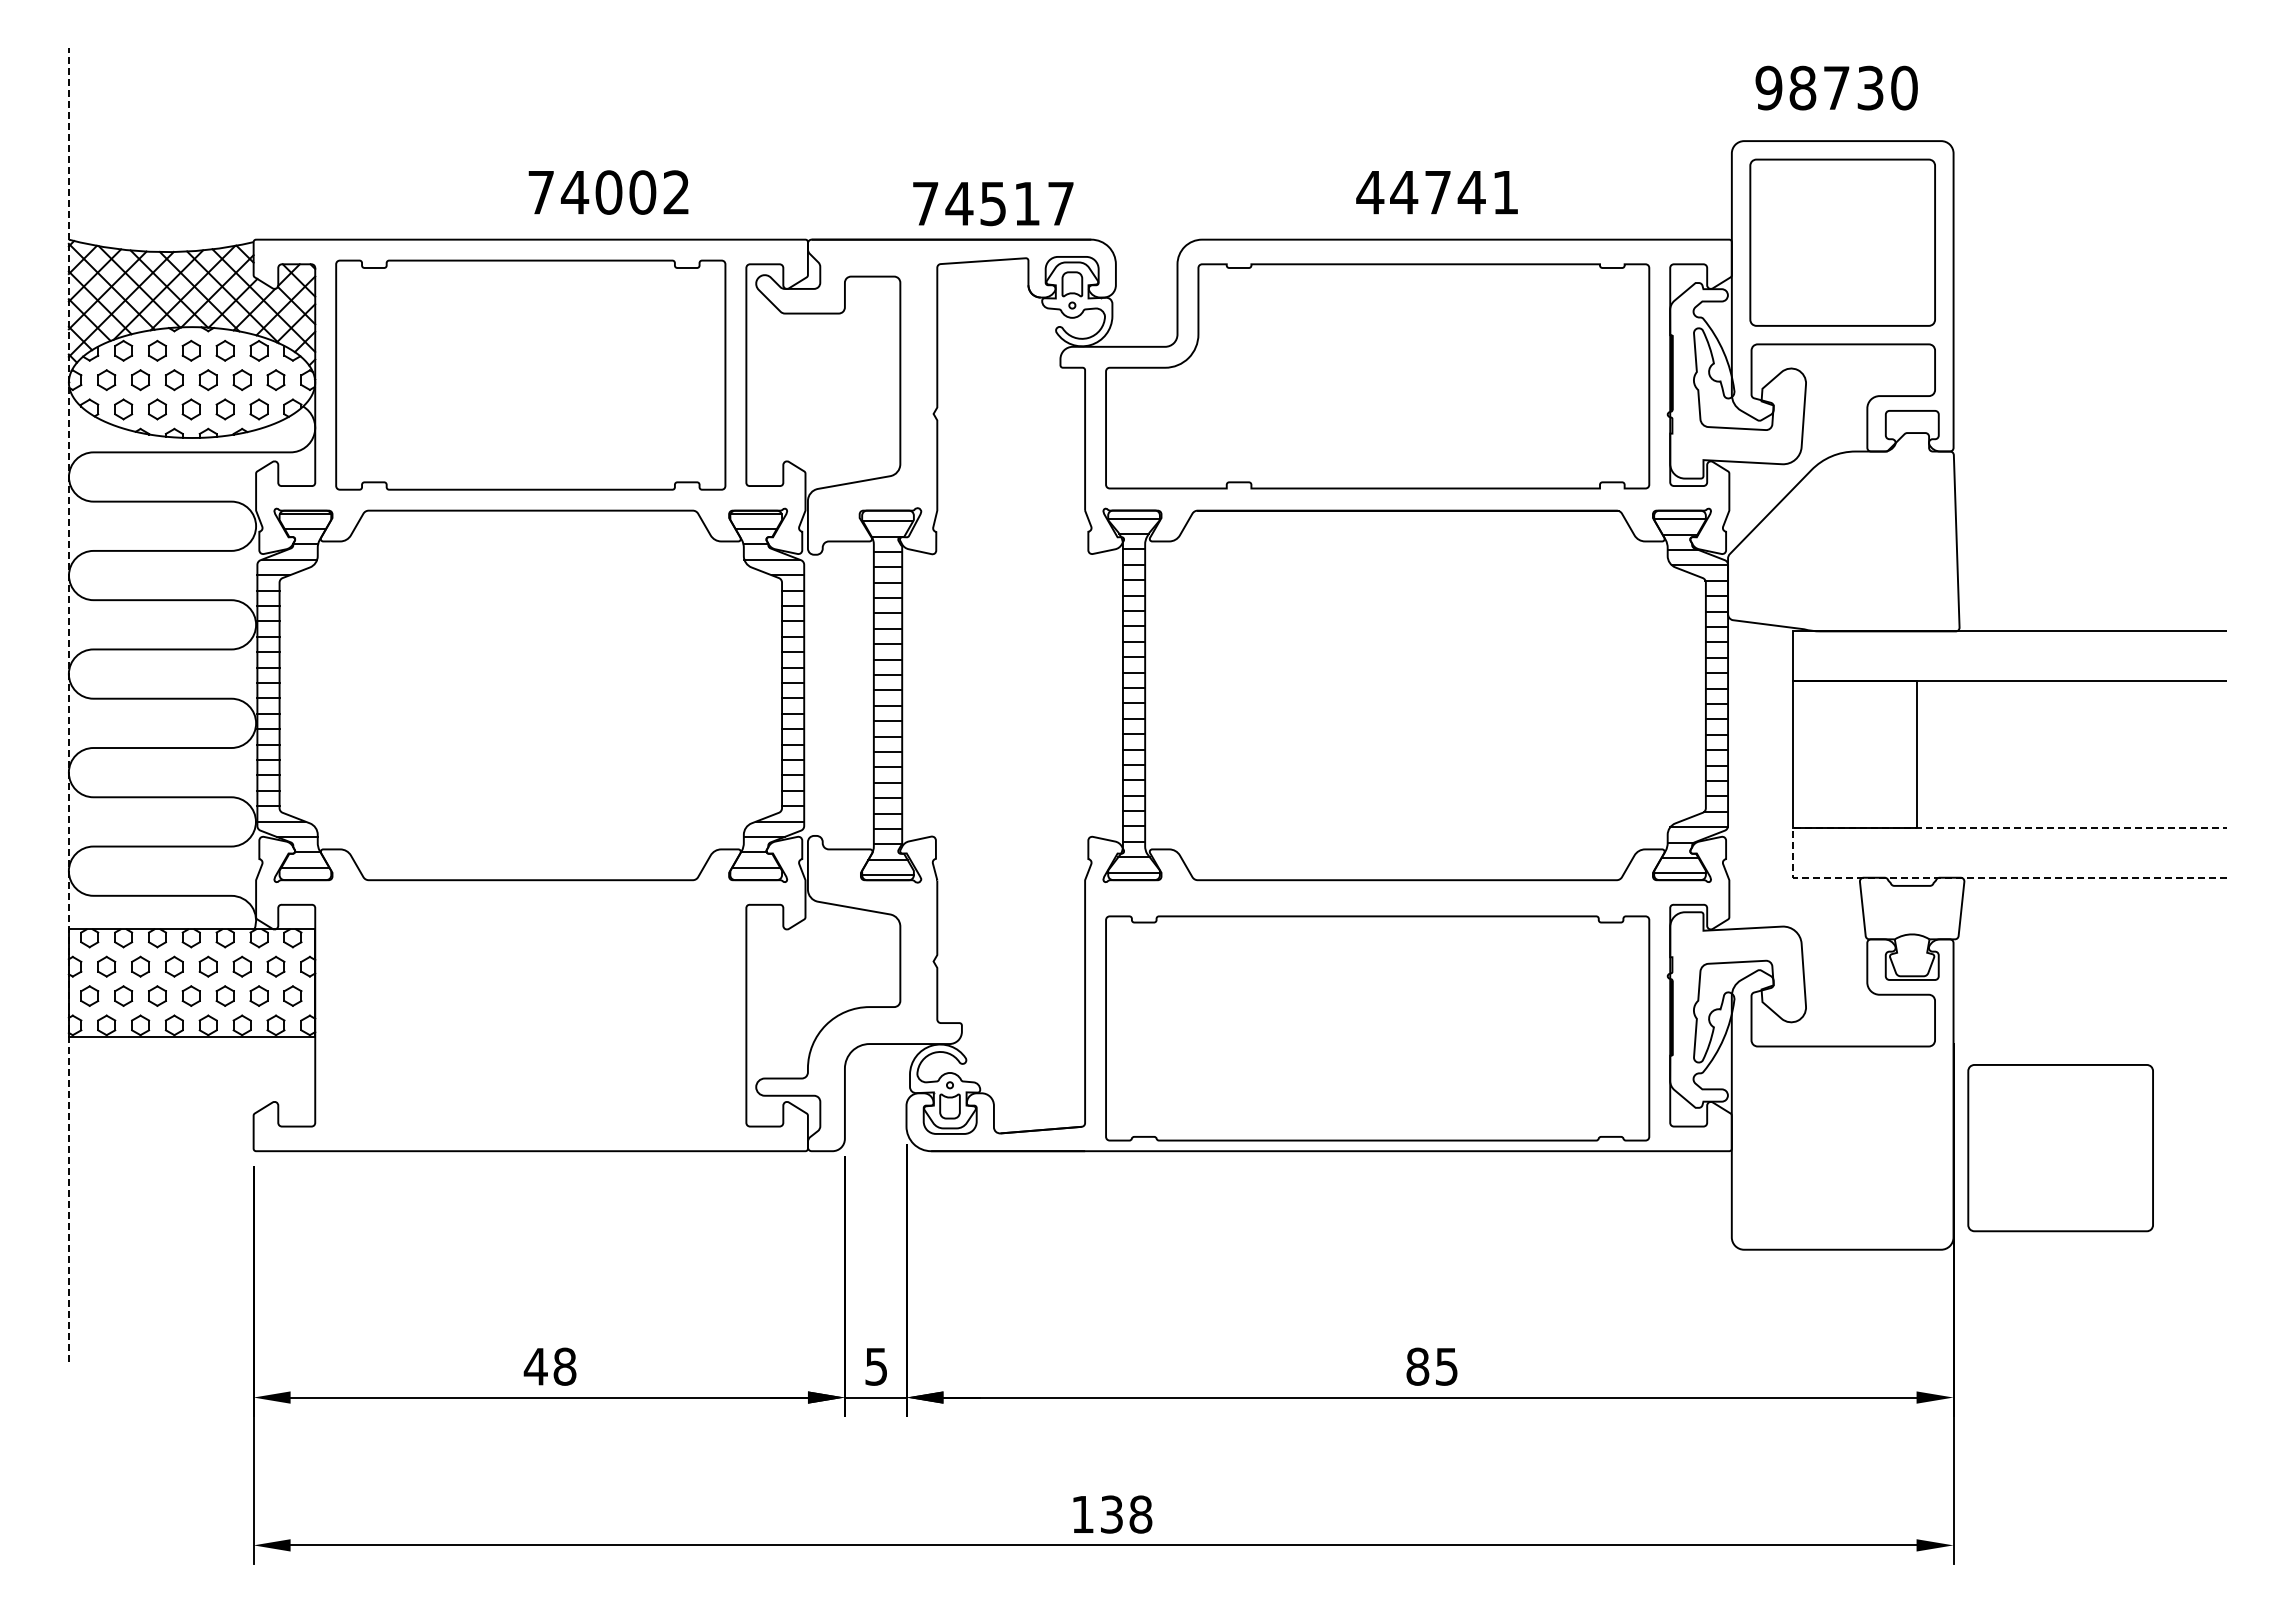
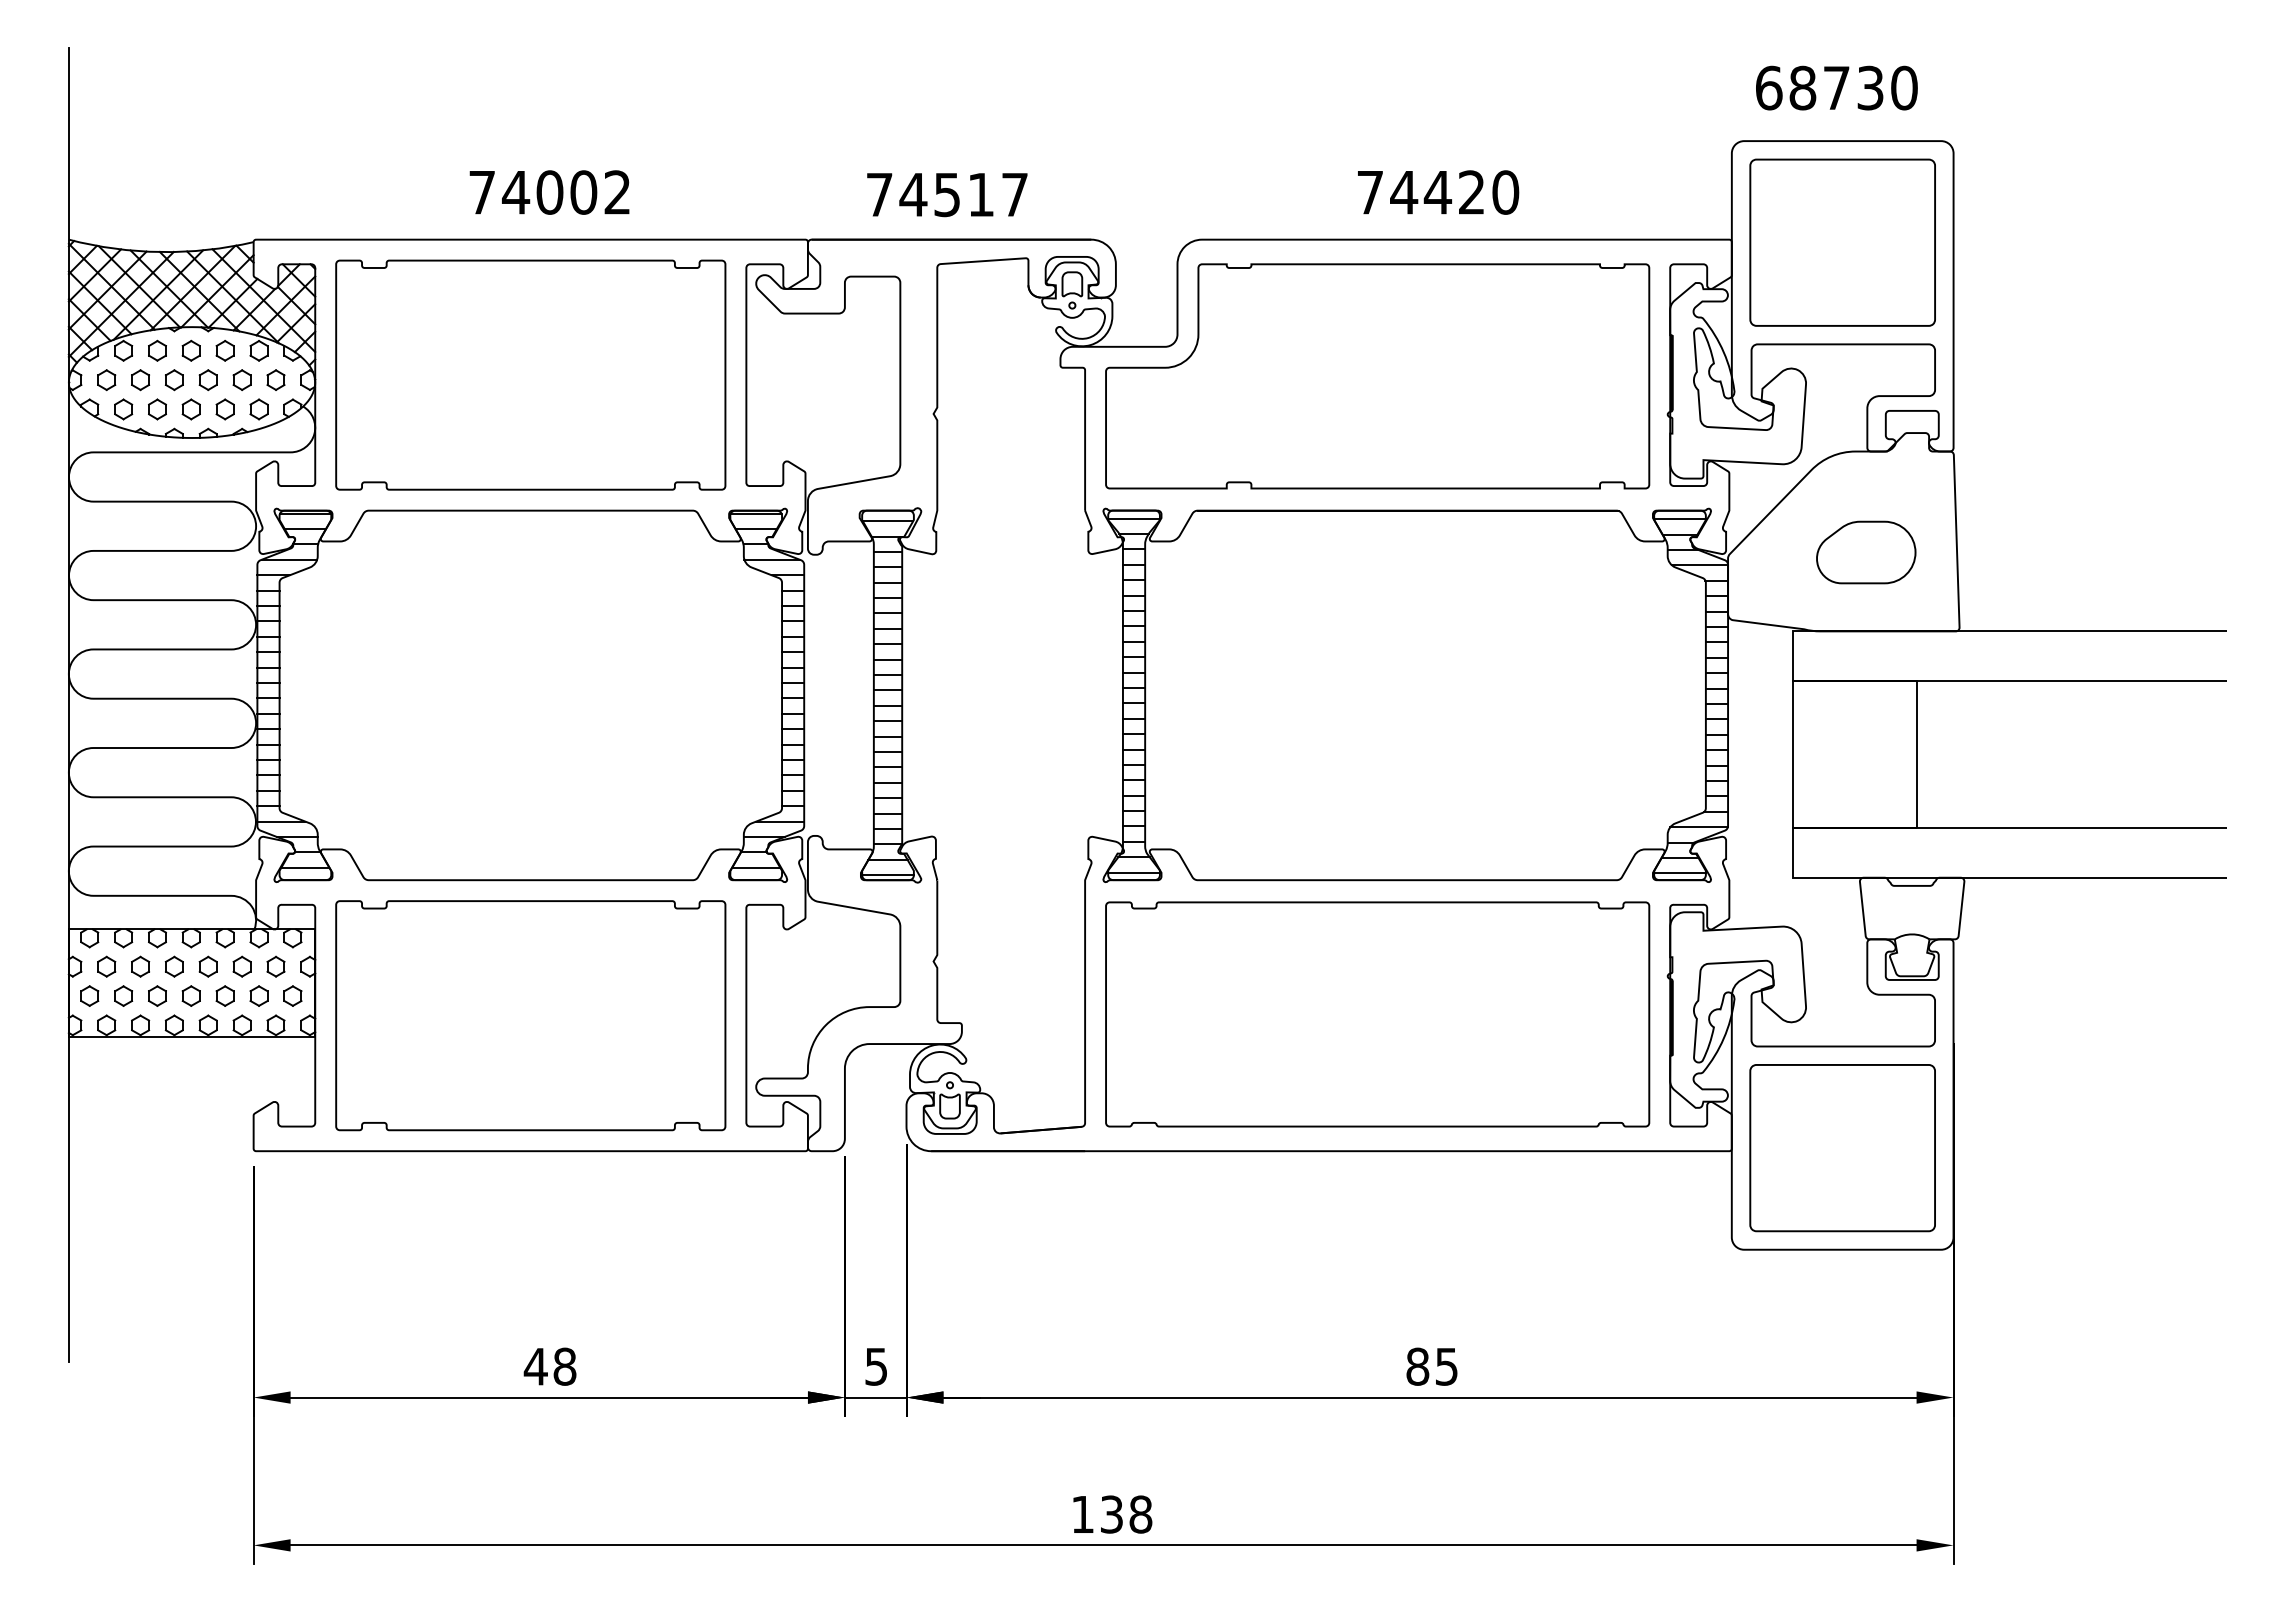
text at (1768, 87): 98730 -> 68730
text at (608, 192) position: (608, 192) -> (549, 192)
text at (1437, 192): 44741 -> 74420
text at (993, 204) position: (993, 204) -> (947, 195)
part at (1866, 552): none -> present
line at (68, 704): dashed -> solid
line at (1793, 853): dashed -> solid
part at (530, 1015): none -> present
part at (1377, 1028) position: (1377, 1028) -> (1377, 1014)
part at (2060, 1148) position: (2060, 1148) -> (1842, 1148)
